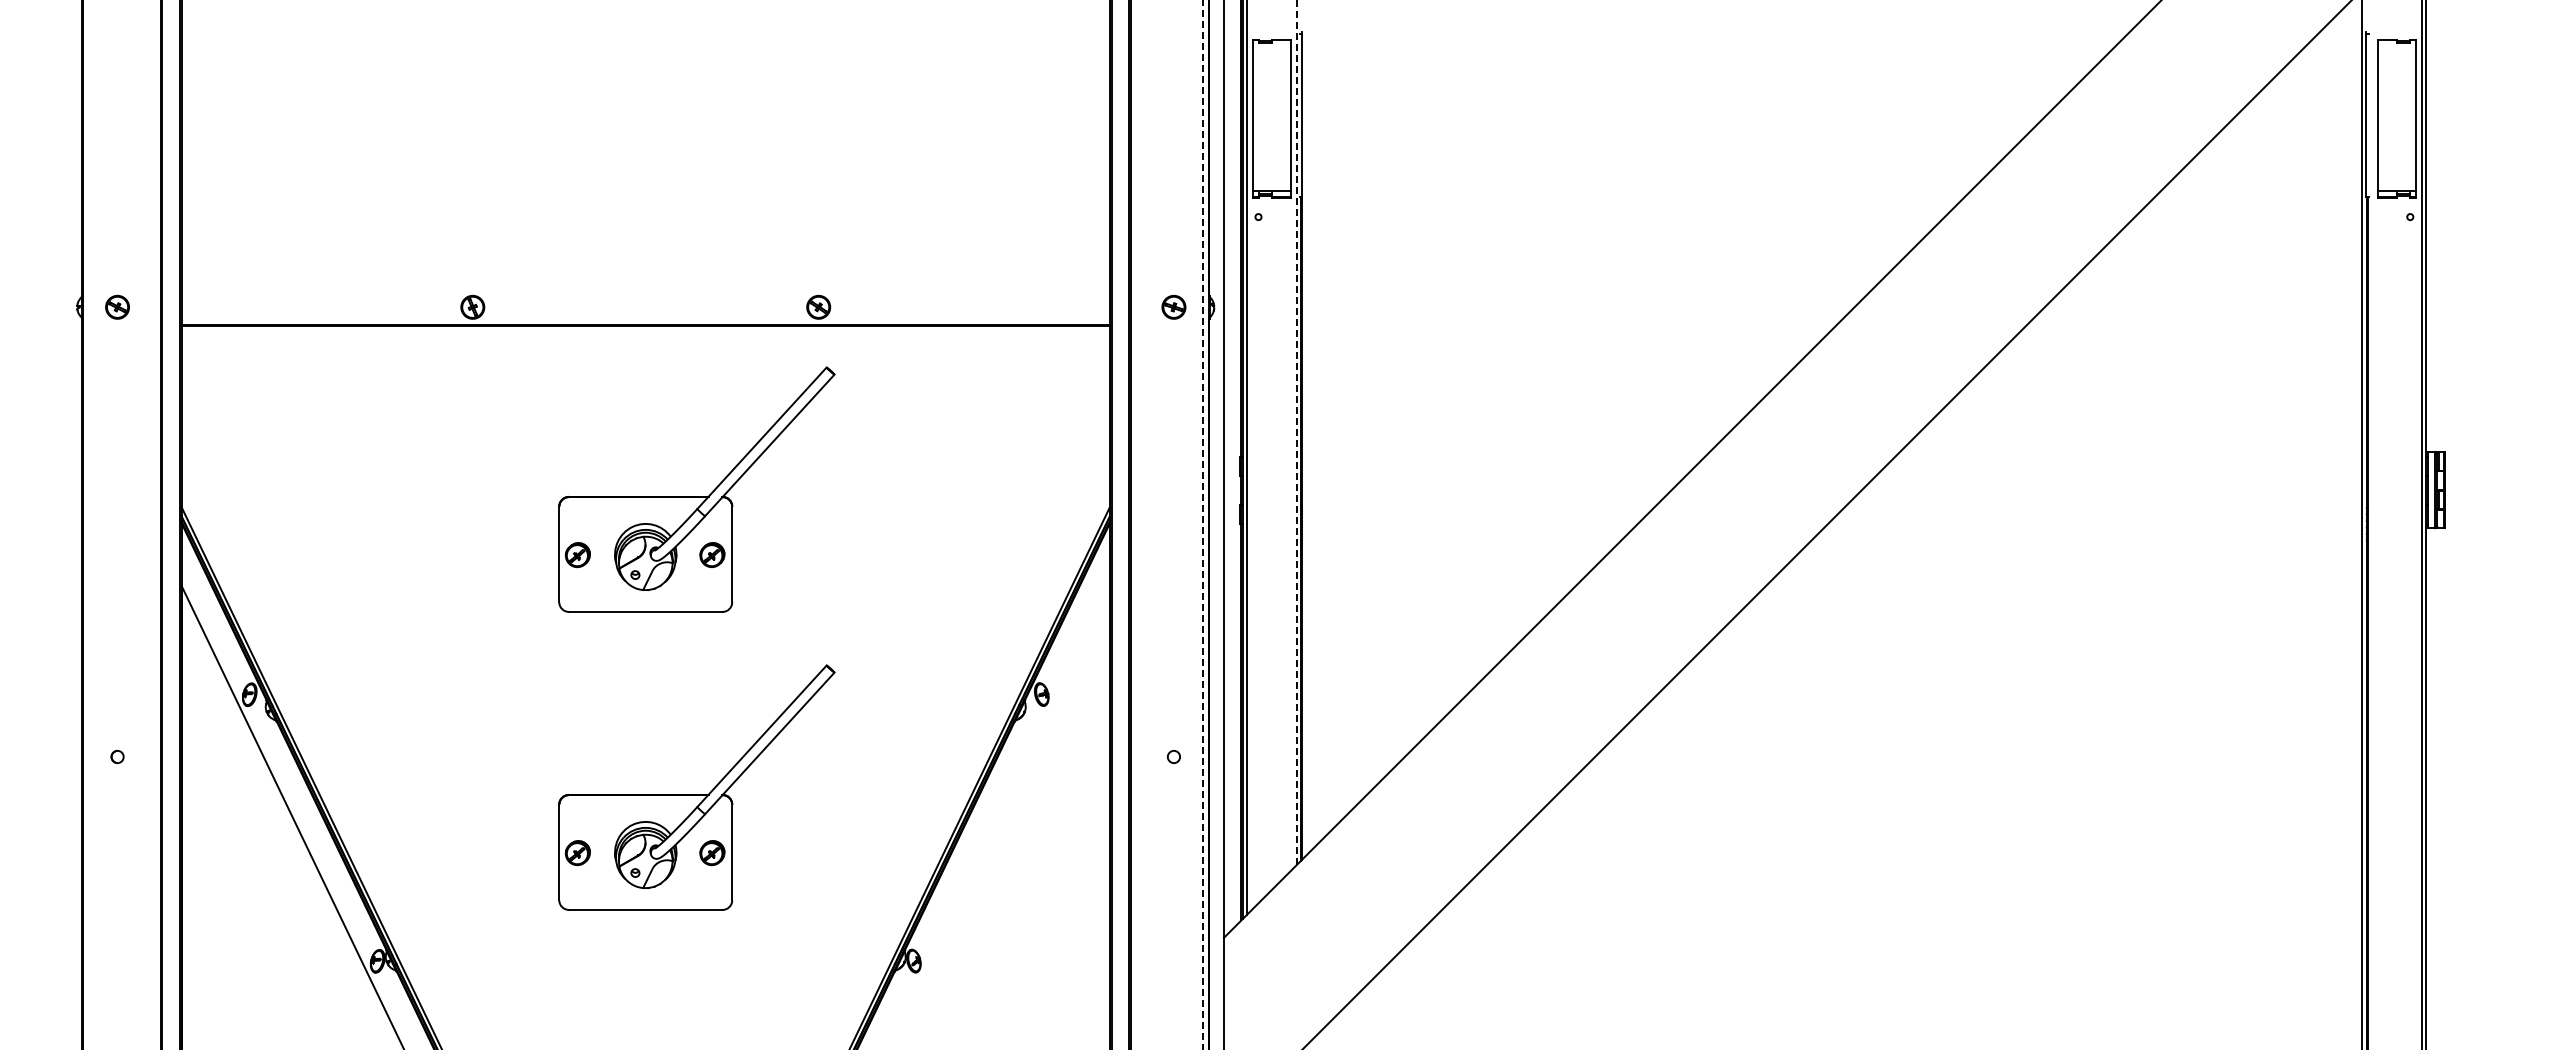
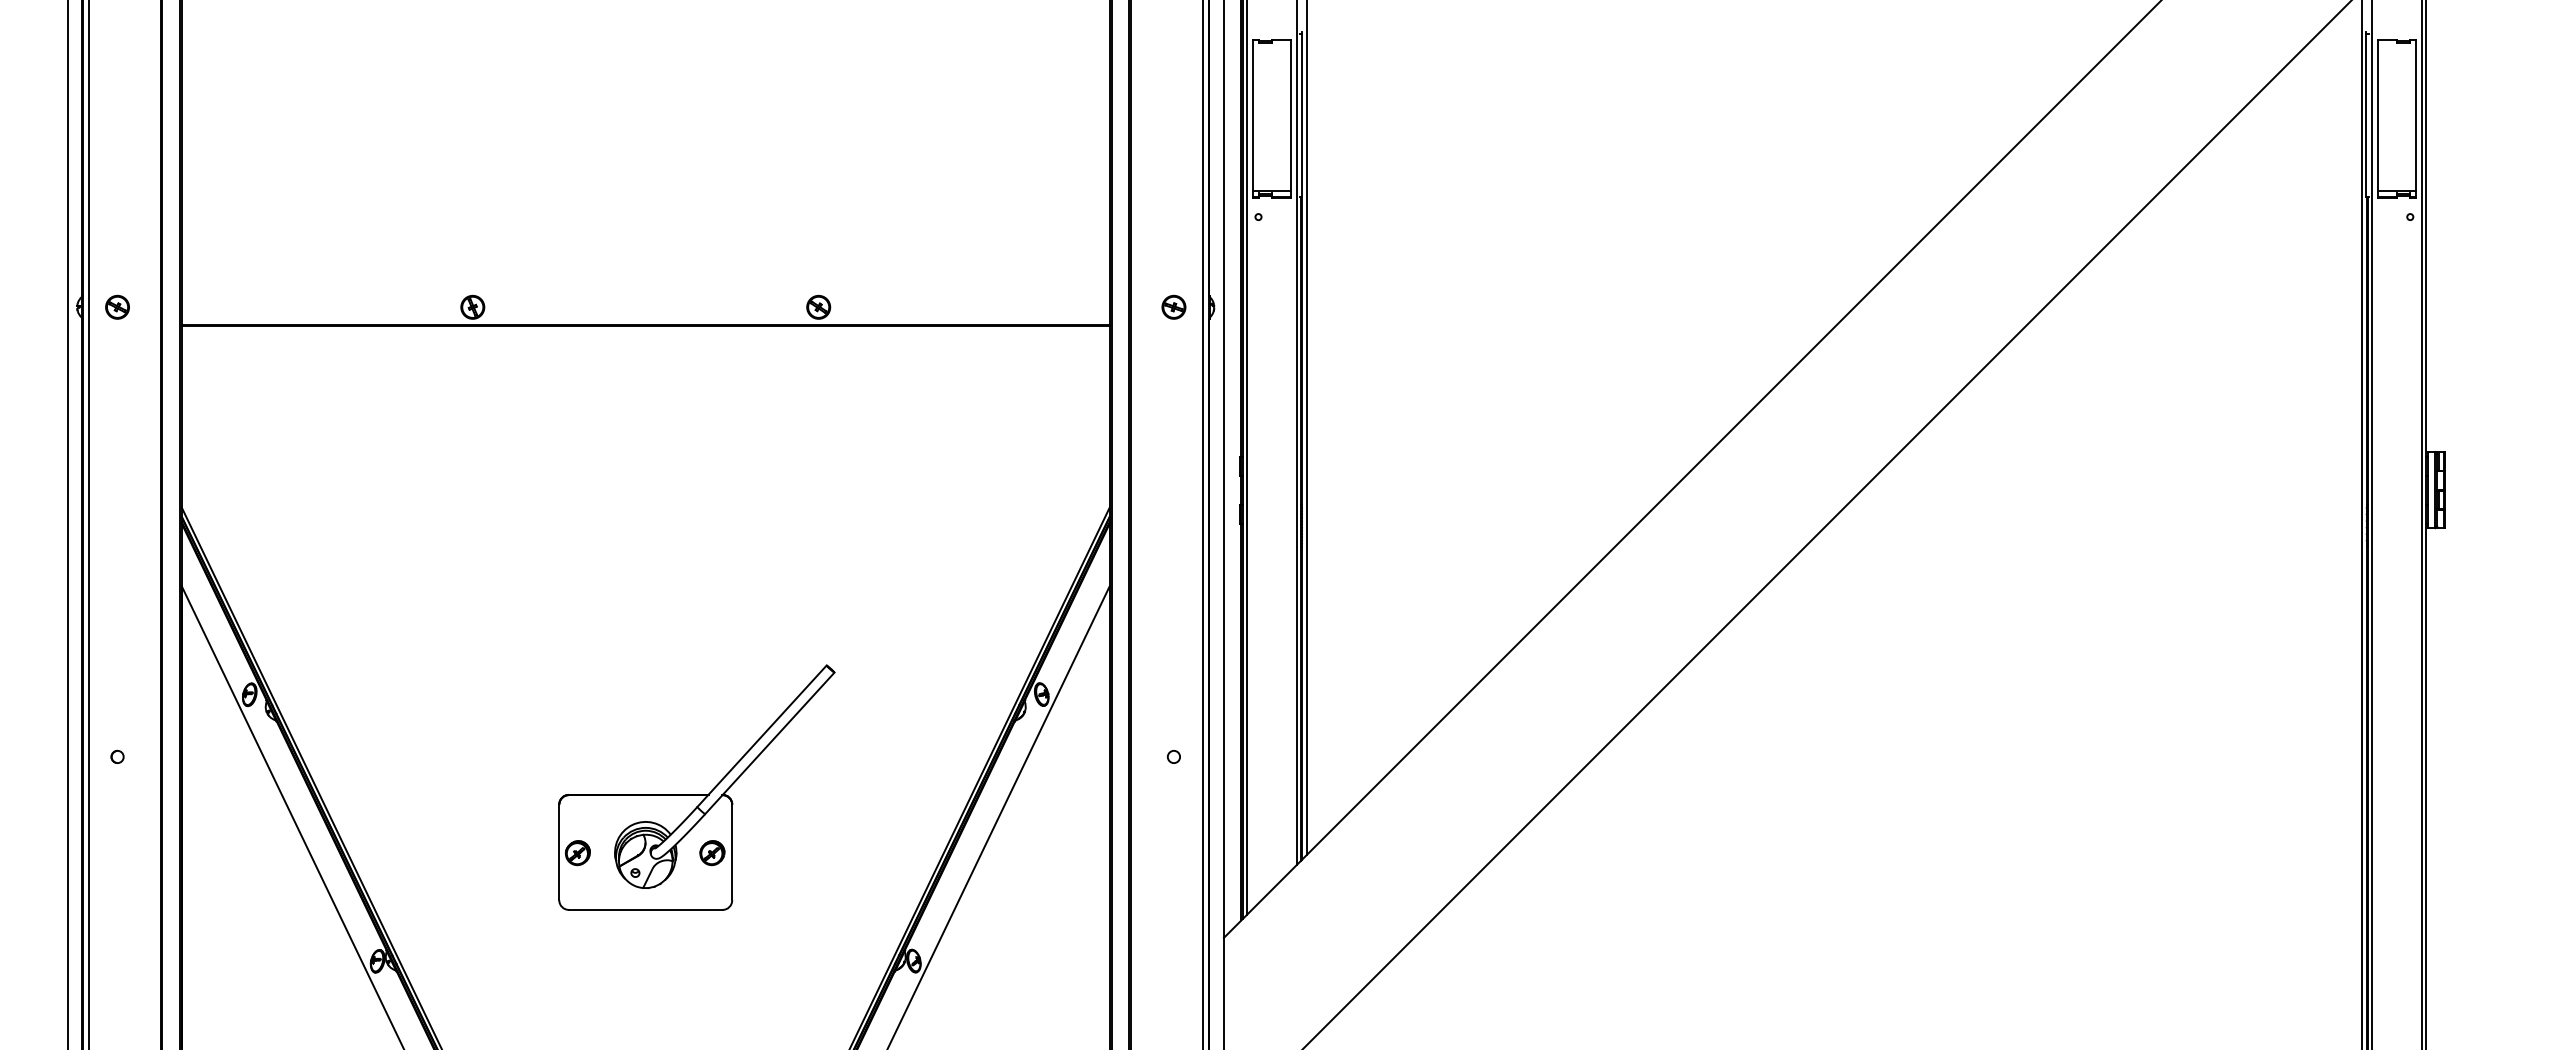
line at (1306, 428): none -> present
line at (1296, 432): dashed -> solid
part at (696, 496): present -> none
line at (67, 524): none -> present
line at (88, 524): none -> present
line at (1203, 524): dashed -> solid
line at (2371, 524): none -> present
line at (998, 816): none -> present
